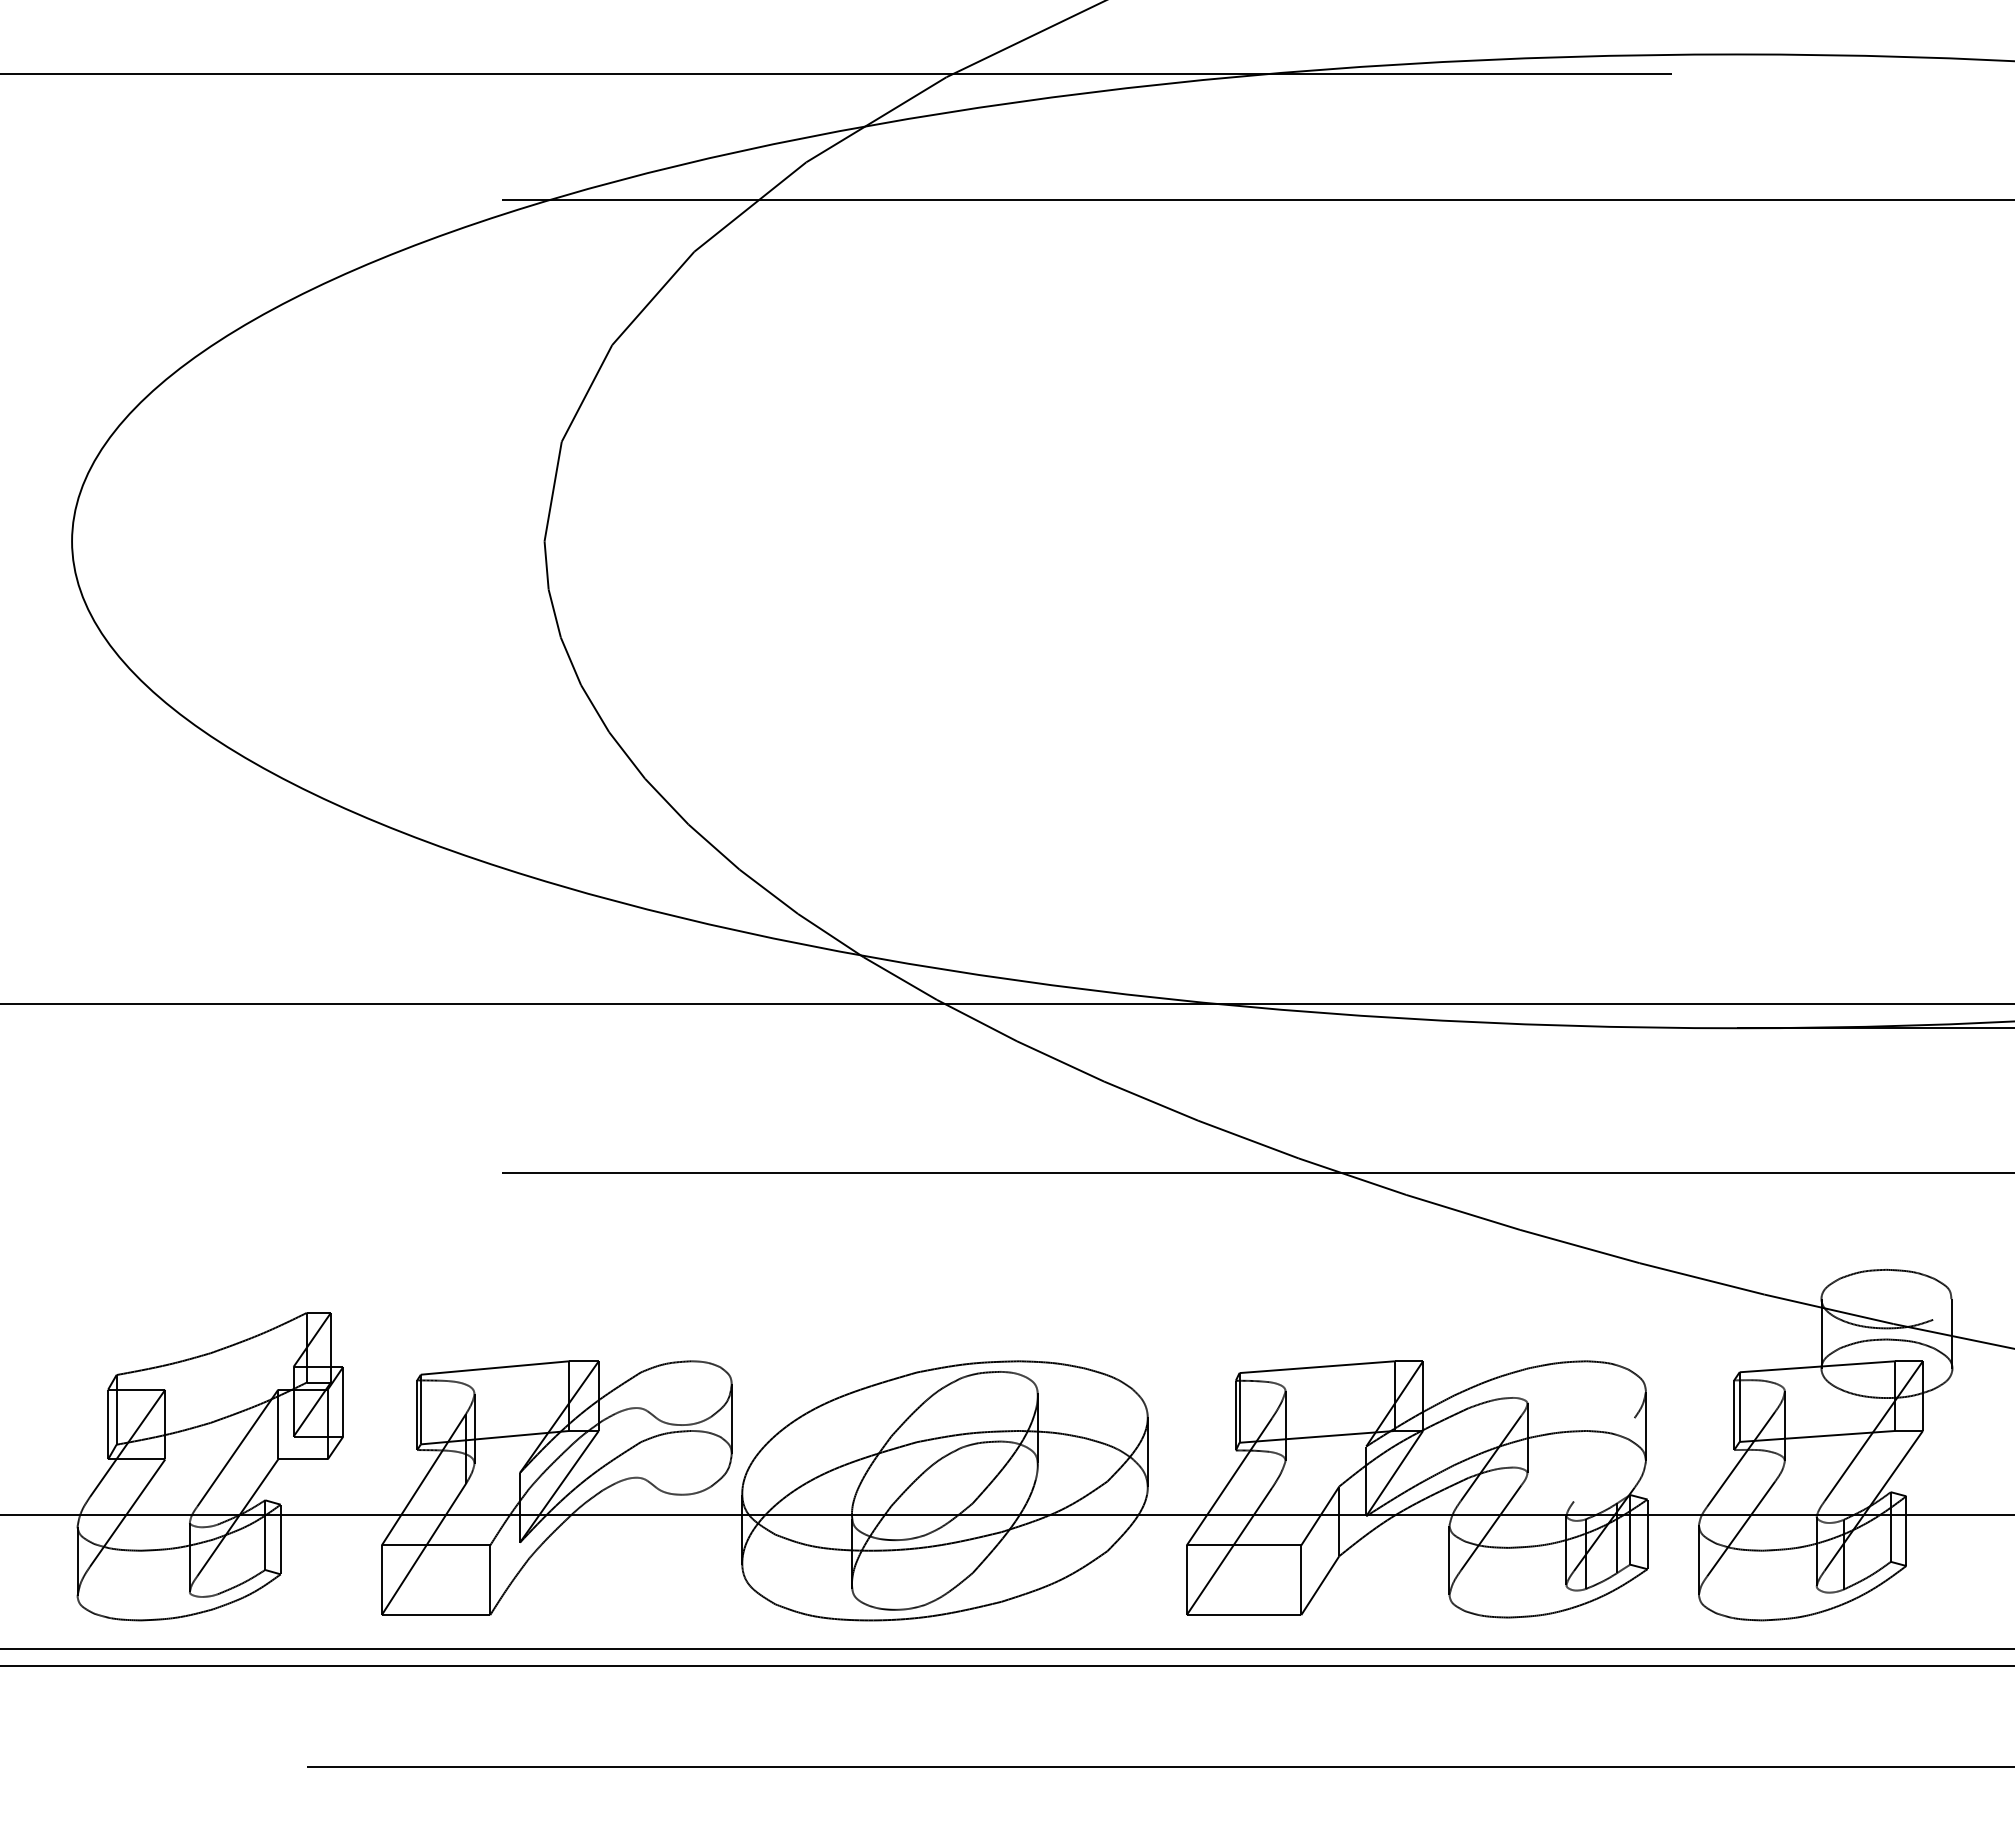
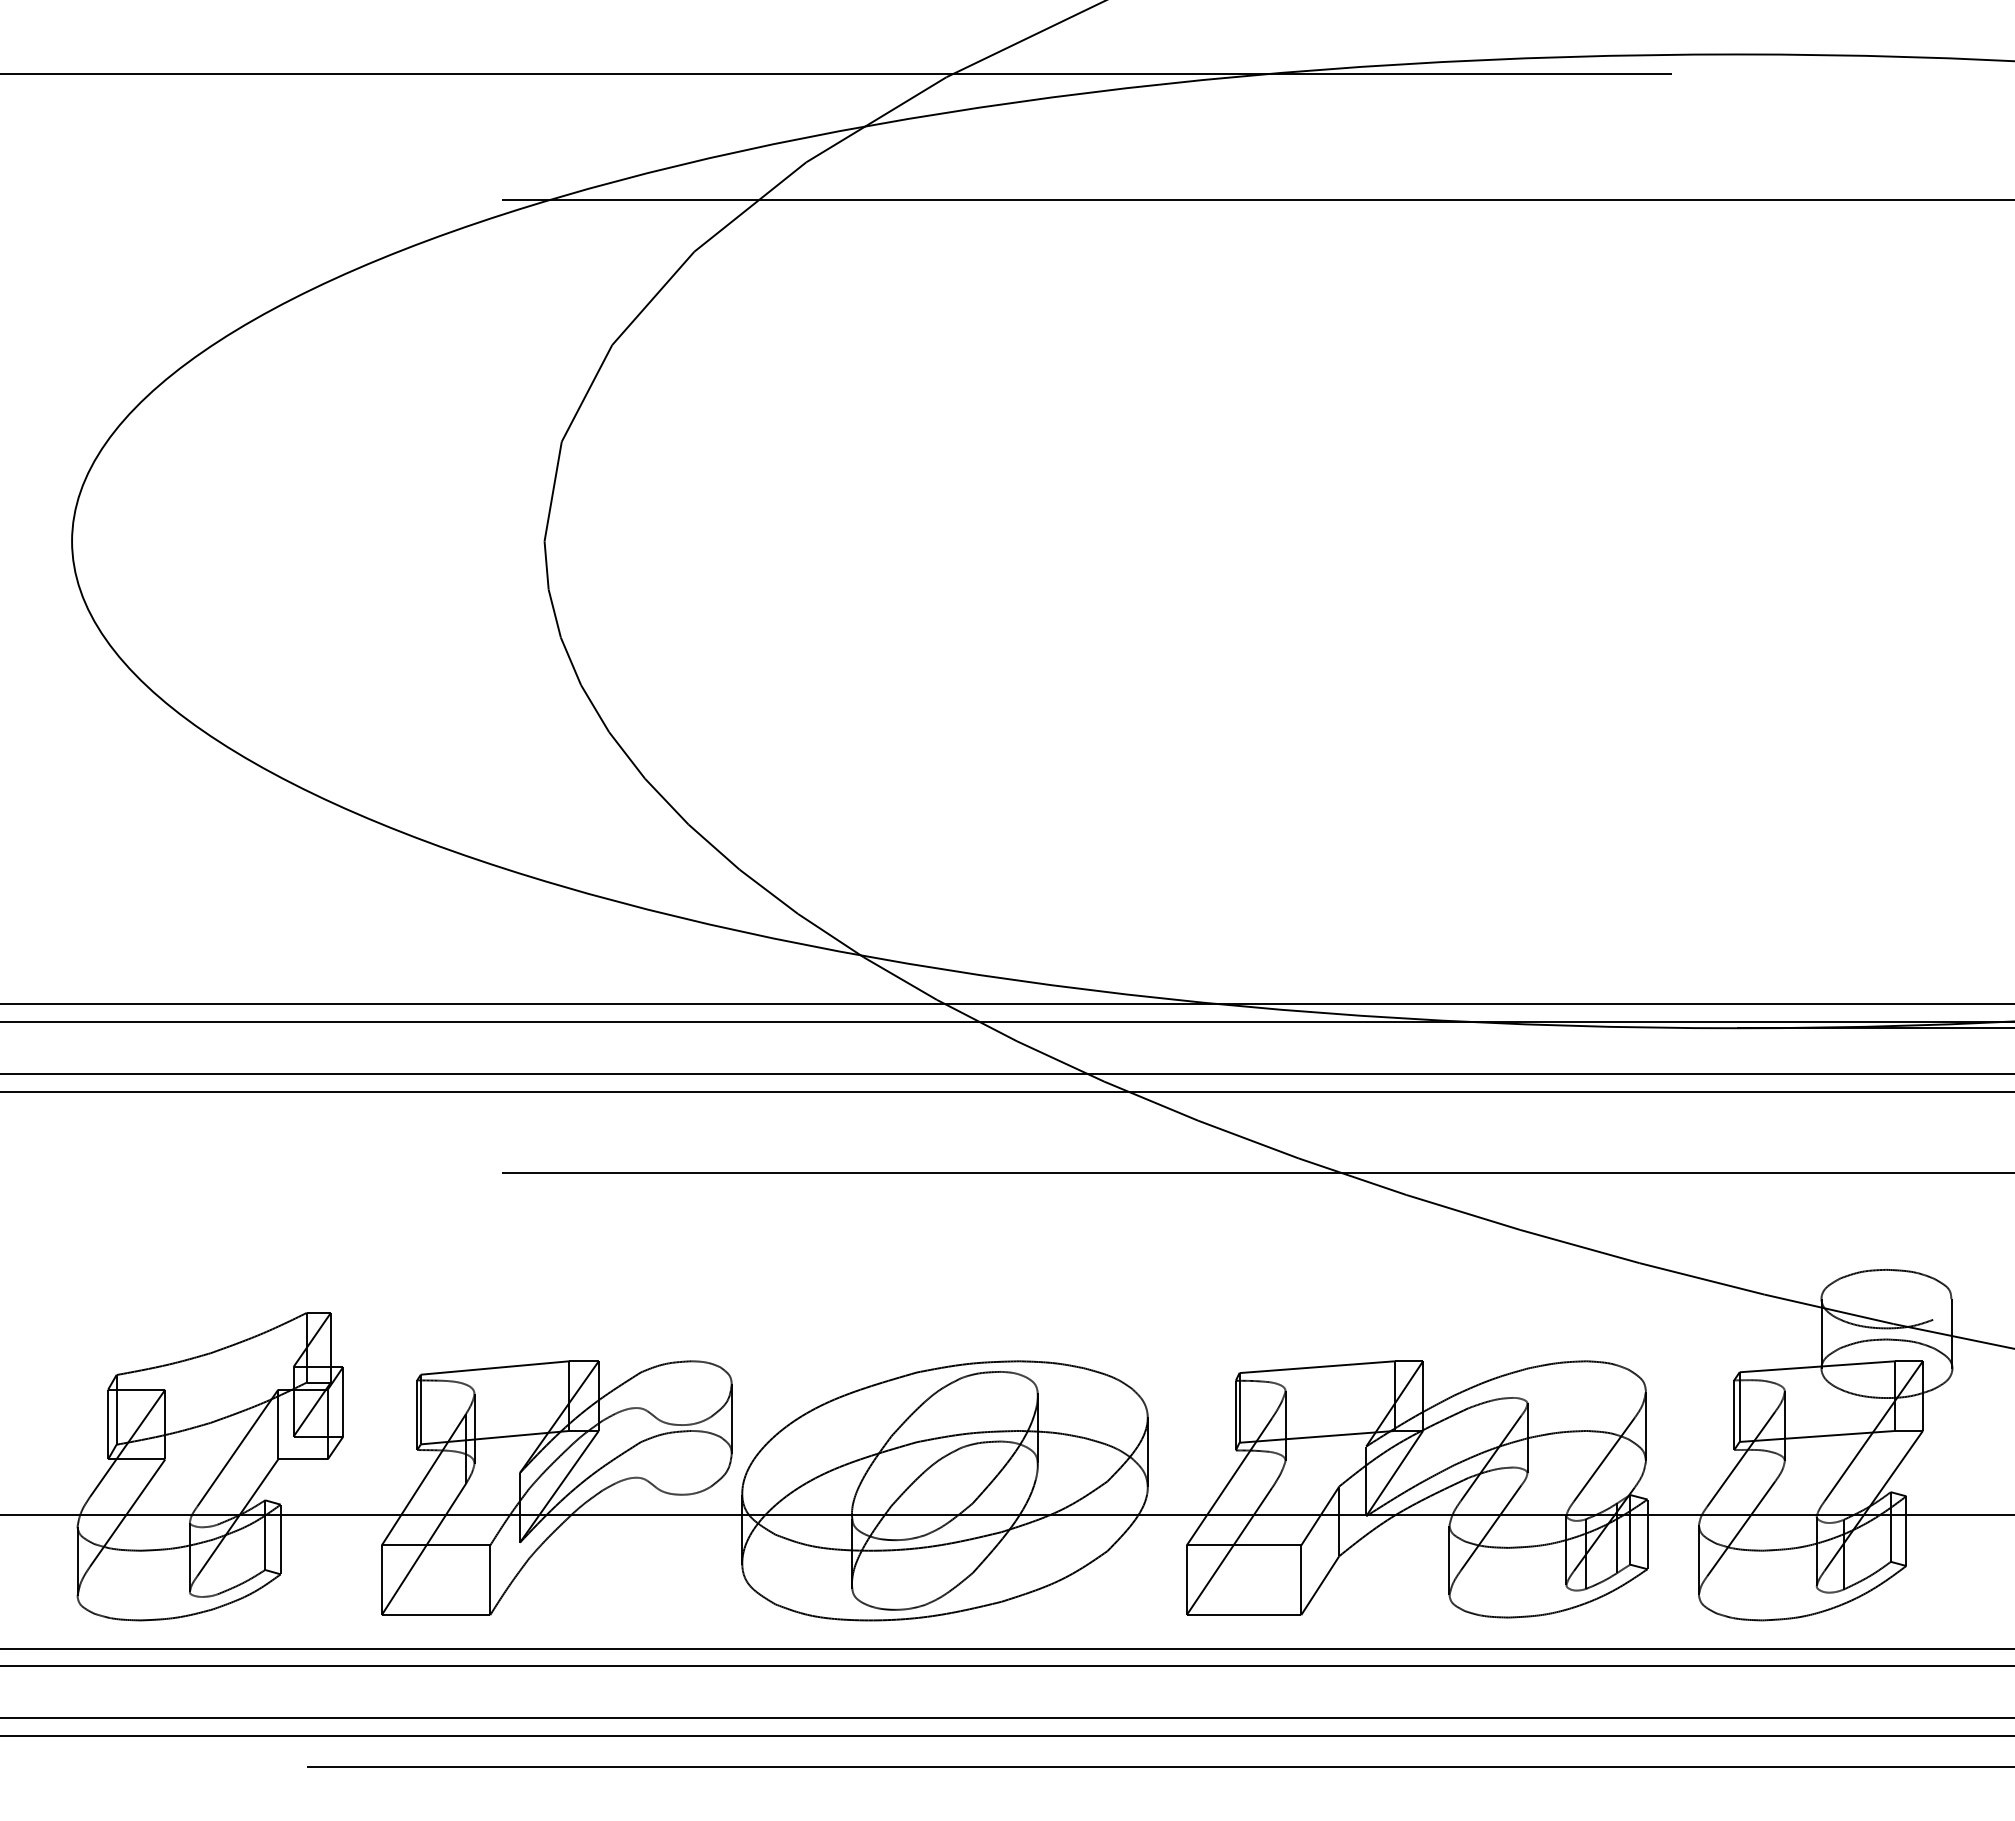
line at (1006, 1021): none -> present
line at (1006, 1074): none -> present
line at (1006, 1091): none -> present
line at (1603, 1459): none -> present
line at (1006, 1718): none -> present
line at (1006, 1735): none -> present
